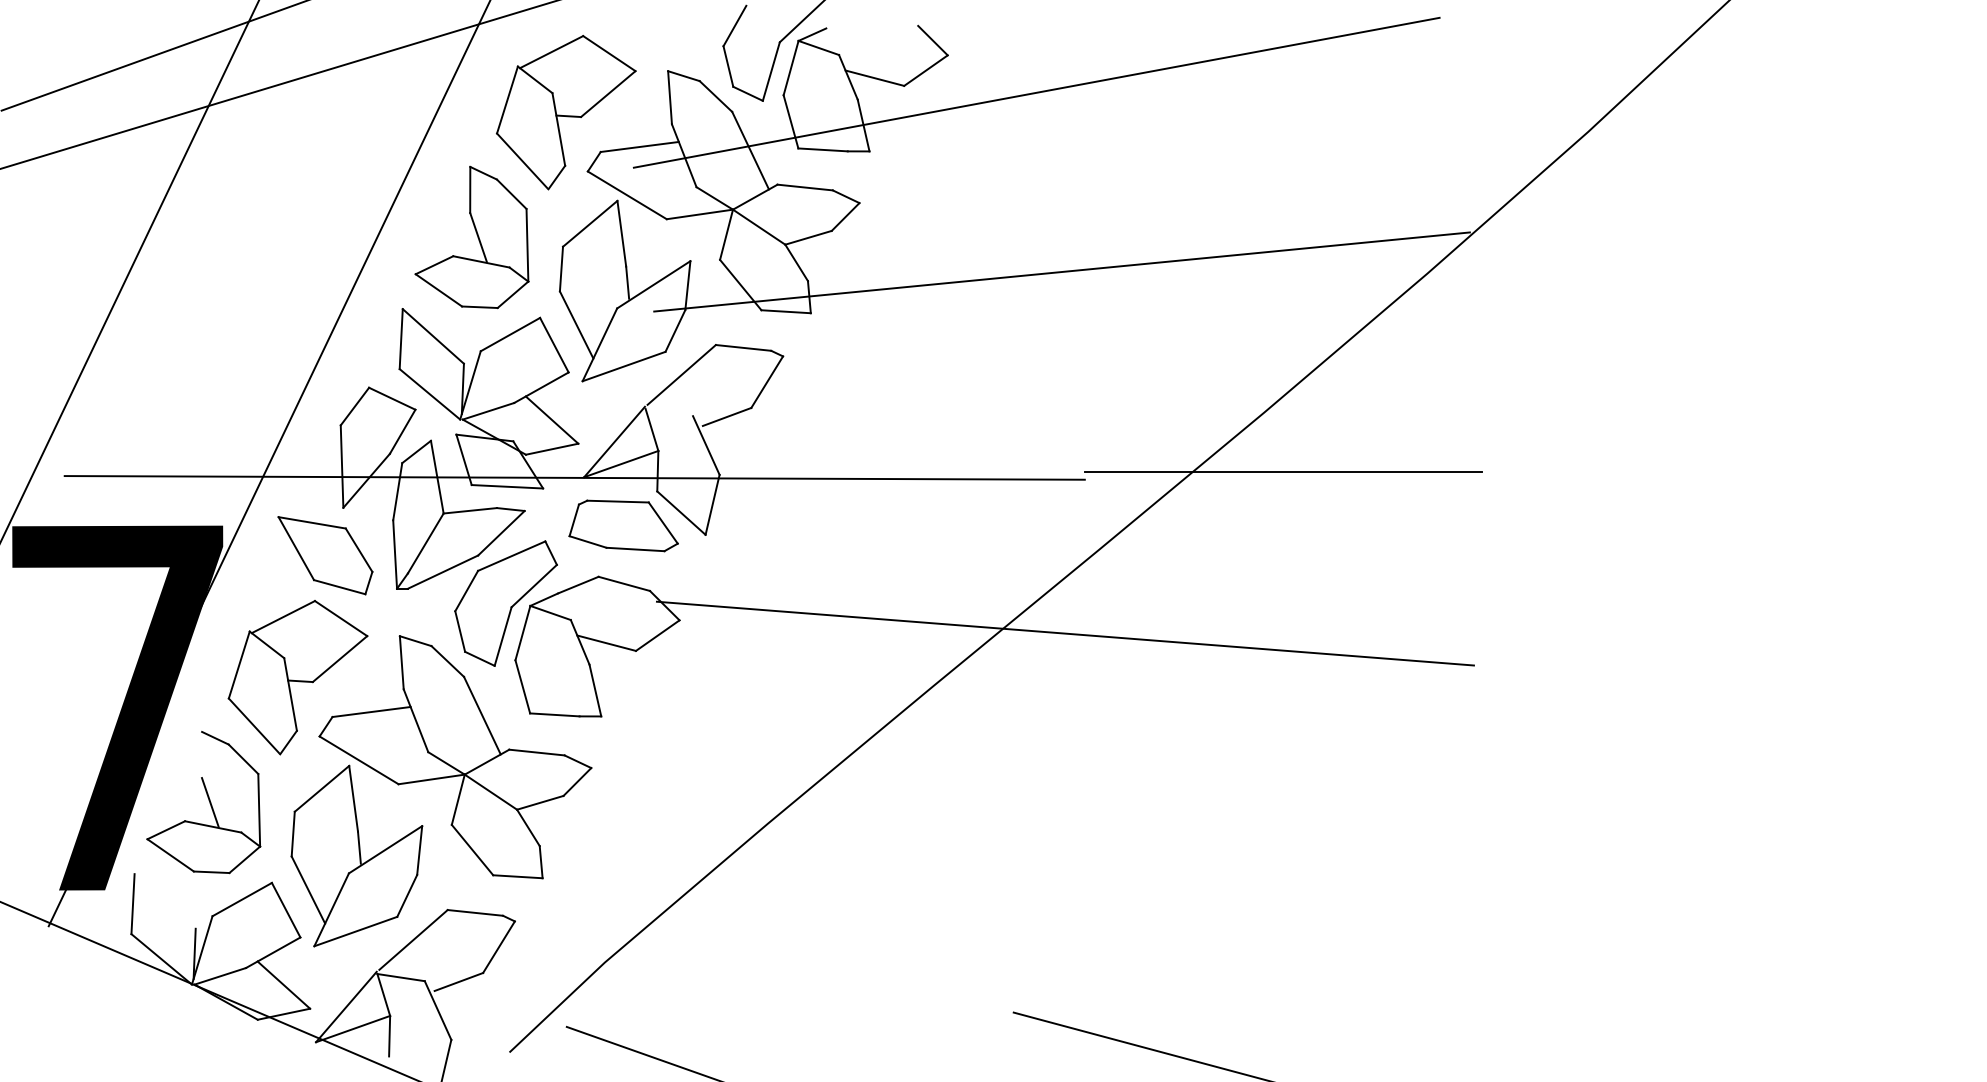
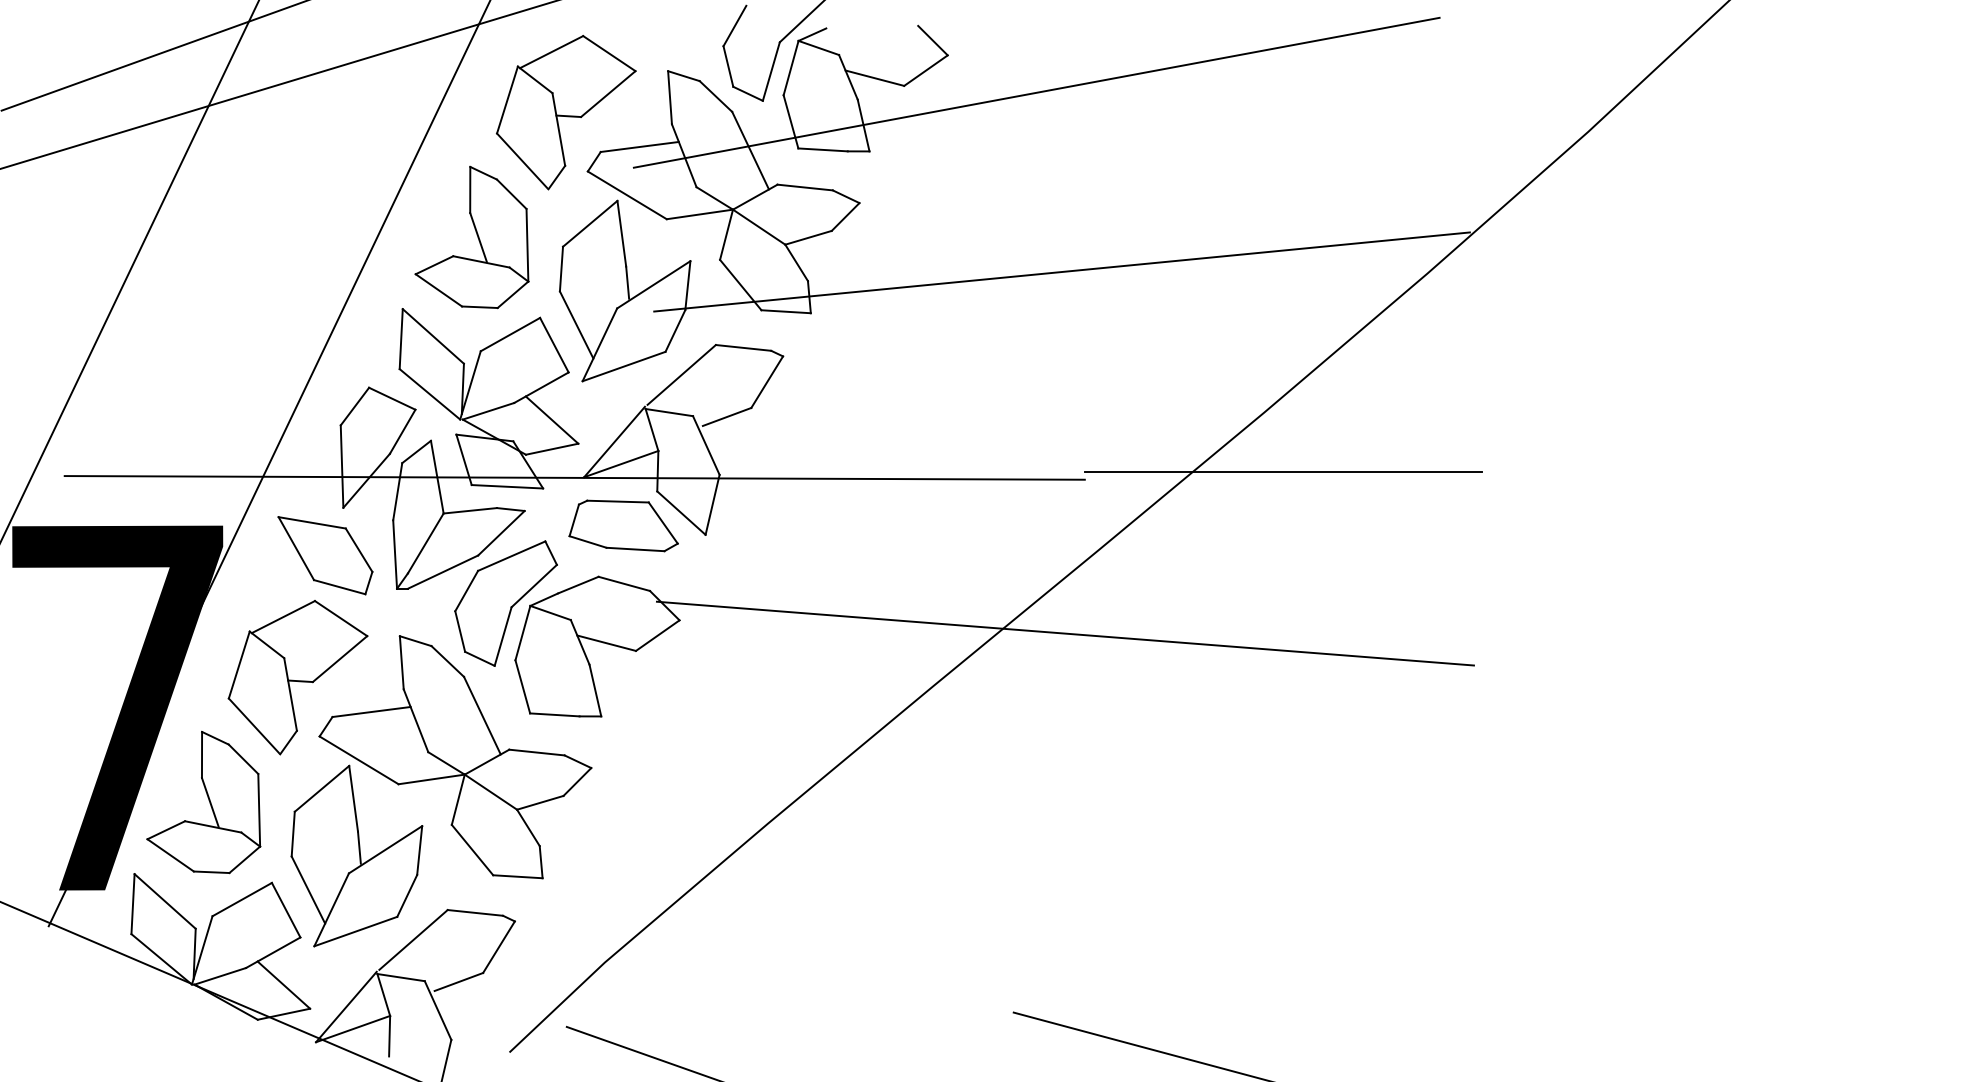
line at (669, 412): none -> present
line at (201, 754): none -> present
line at (164, 901): none -> present
